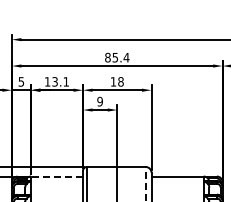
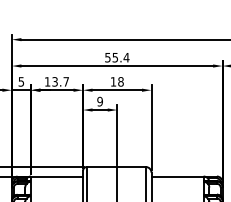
text at (107, 57): 85.4 -> 55.4
text at (65, 81): 13.1 -> 13.7
line at (56, 176): dashed -> solid
line at (145, 183): dashed -> solid
